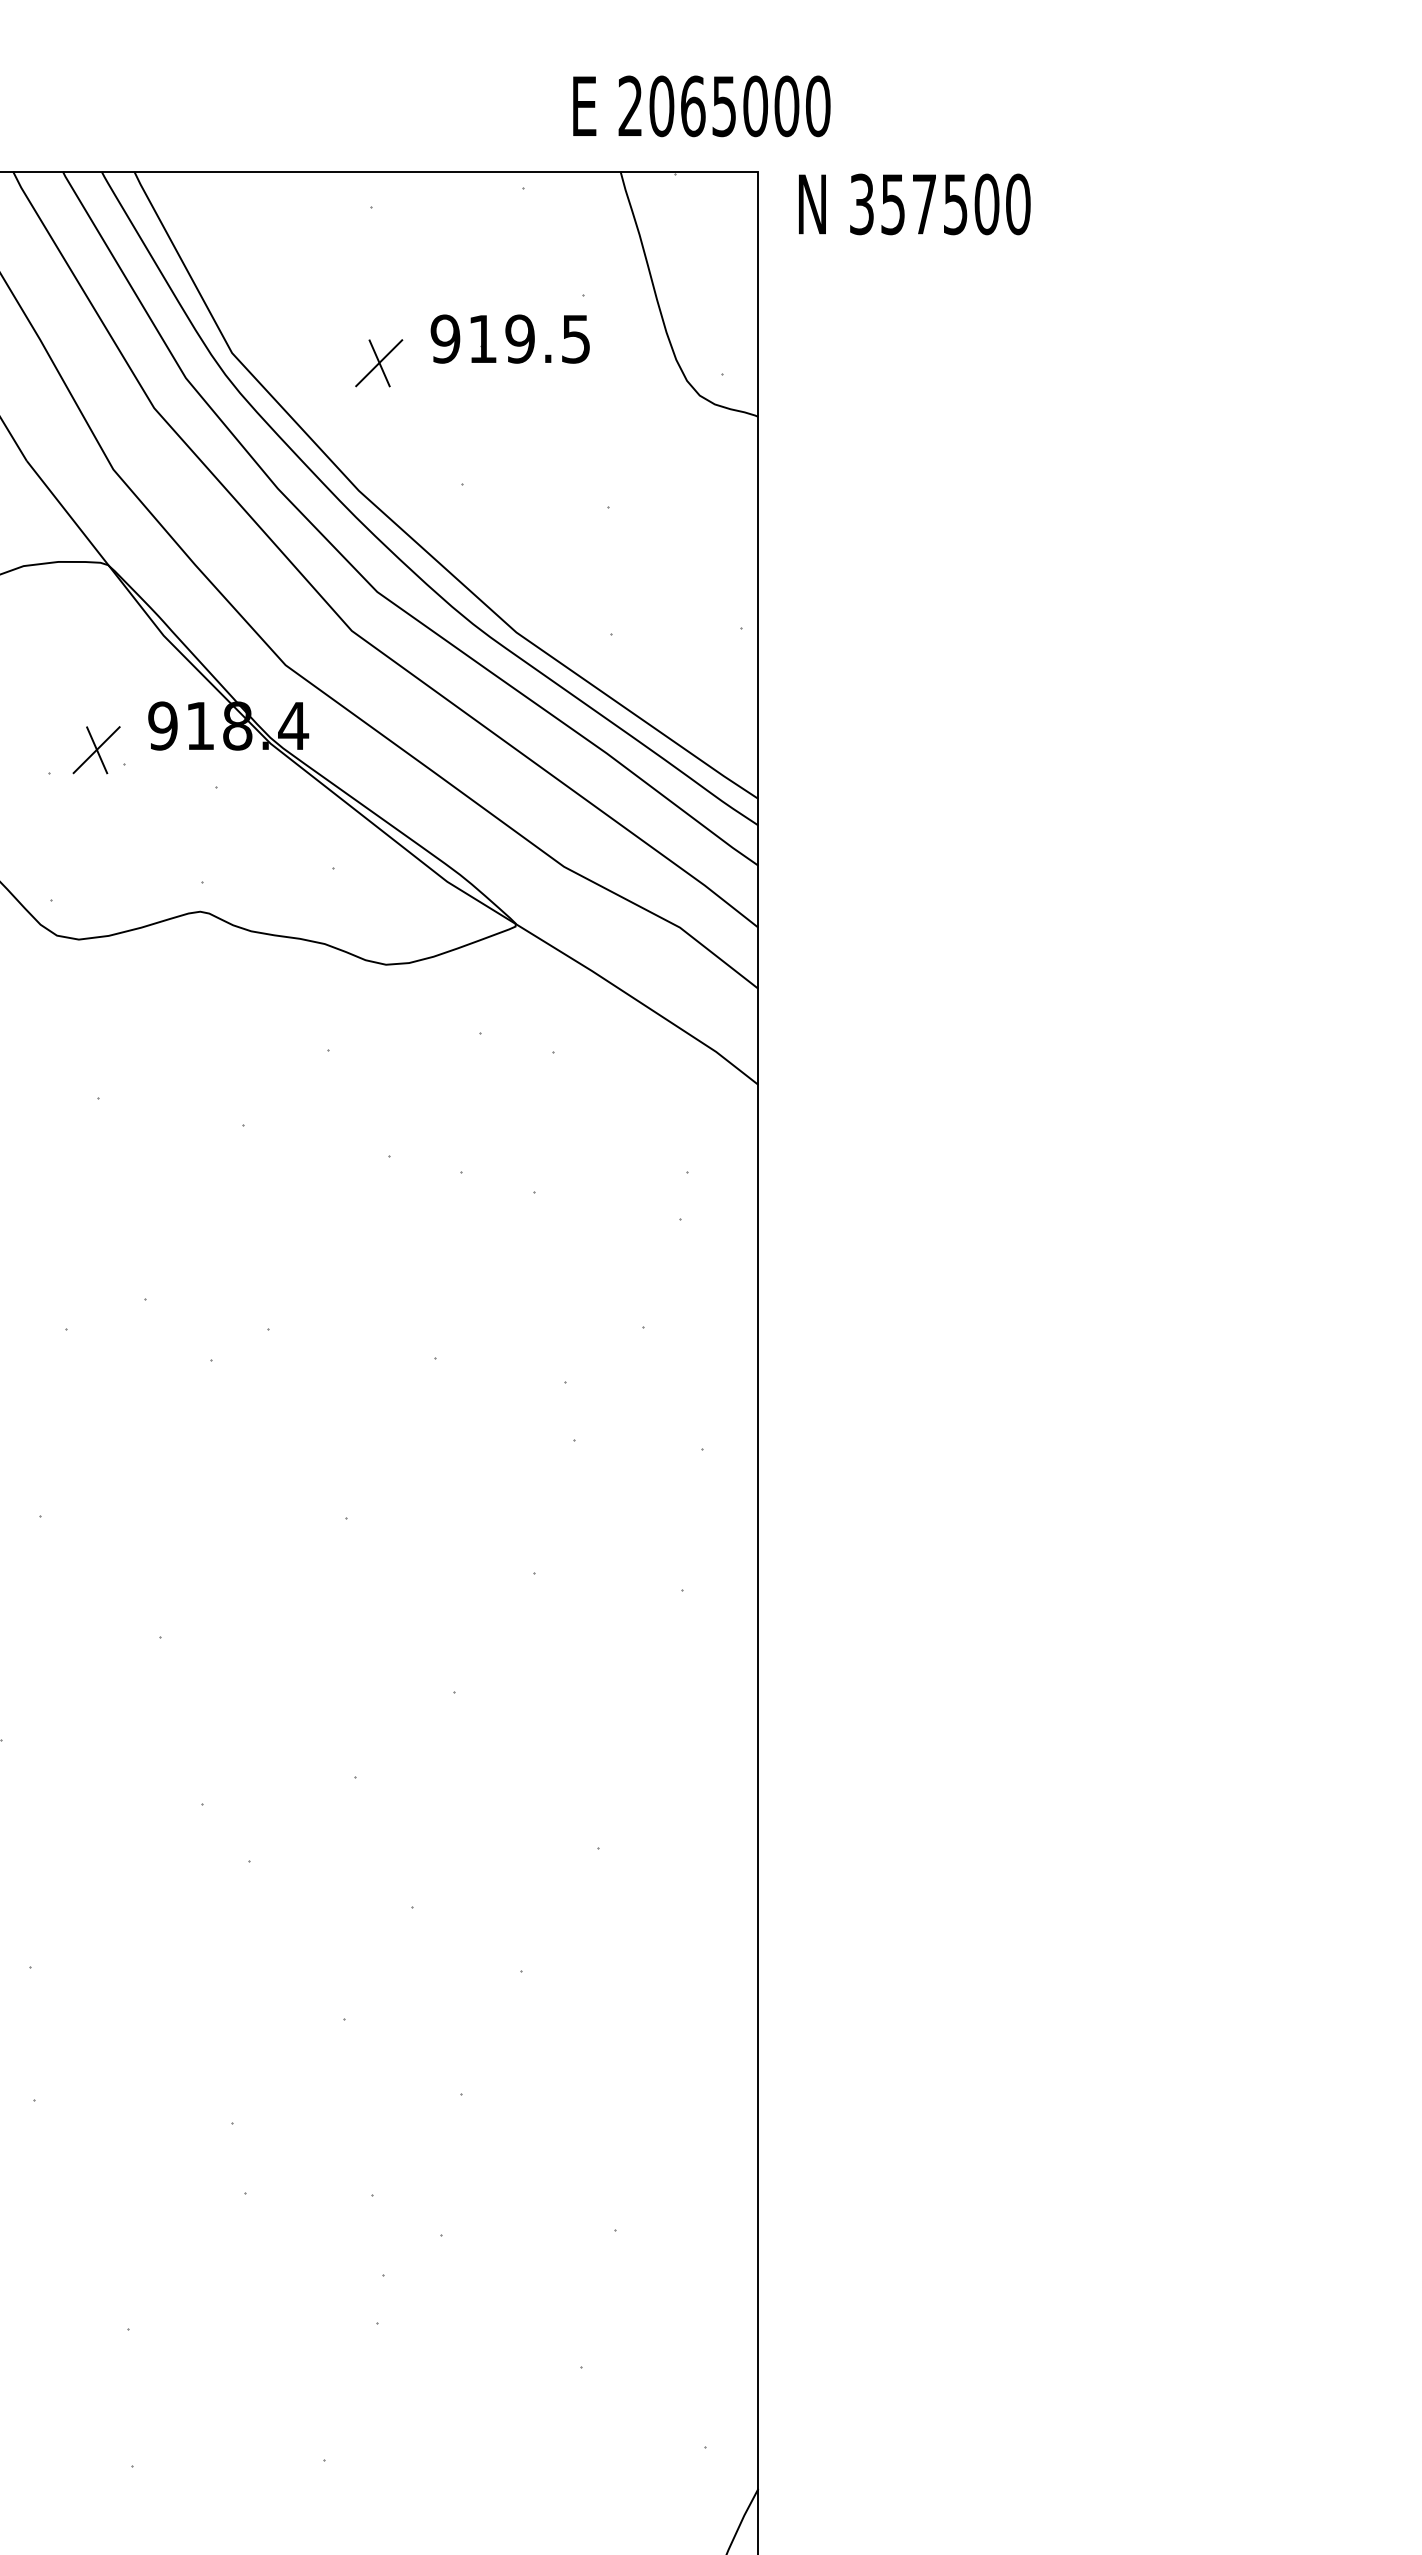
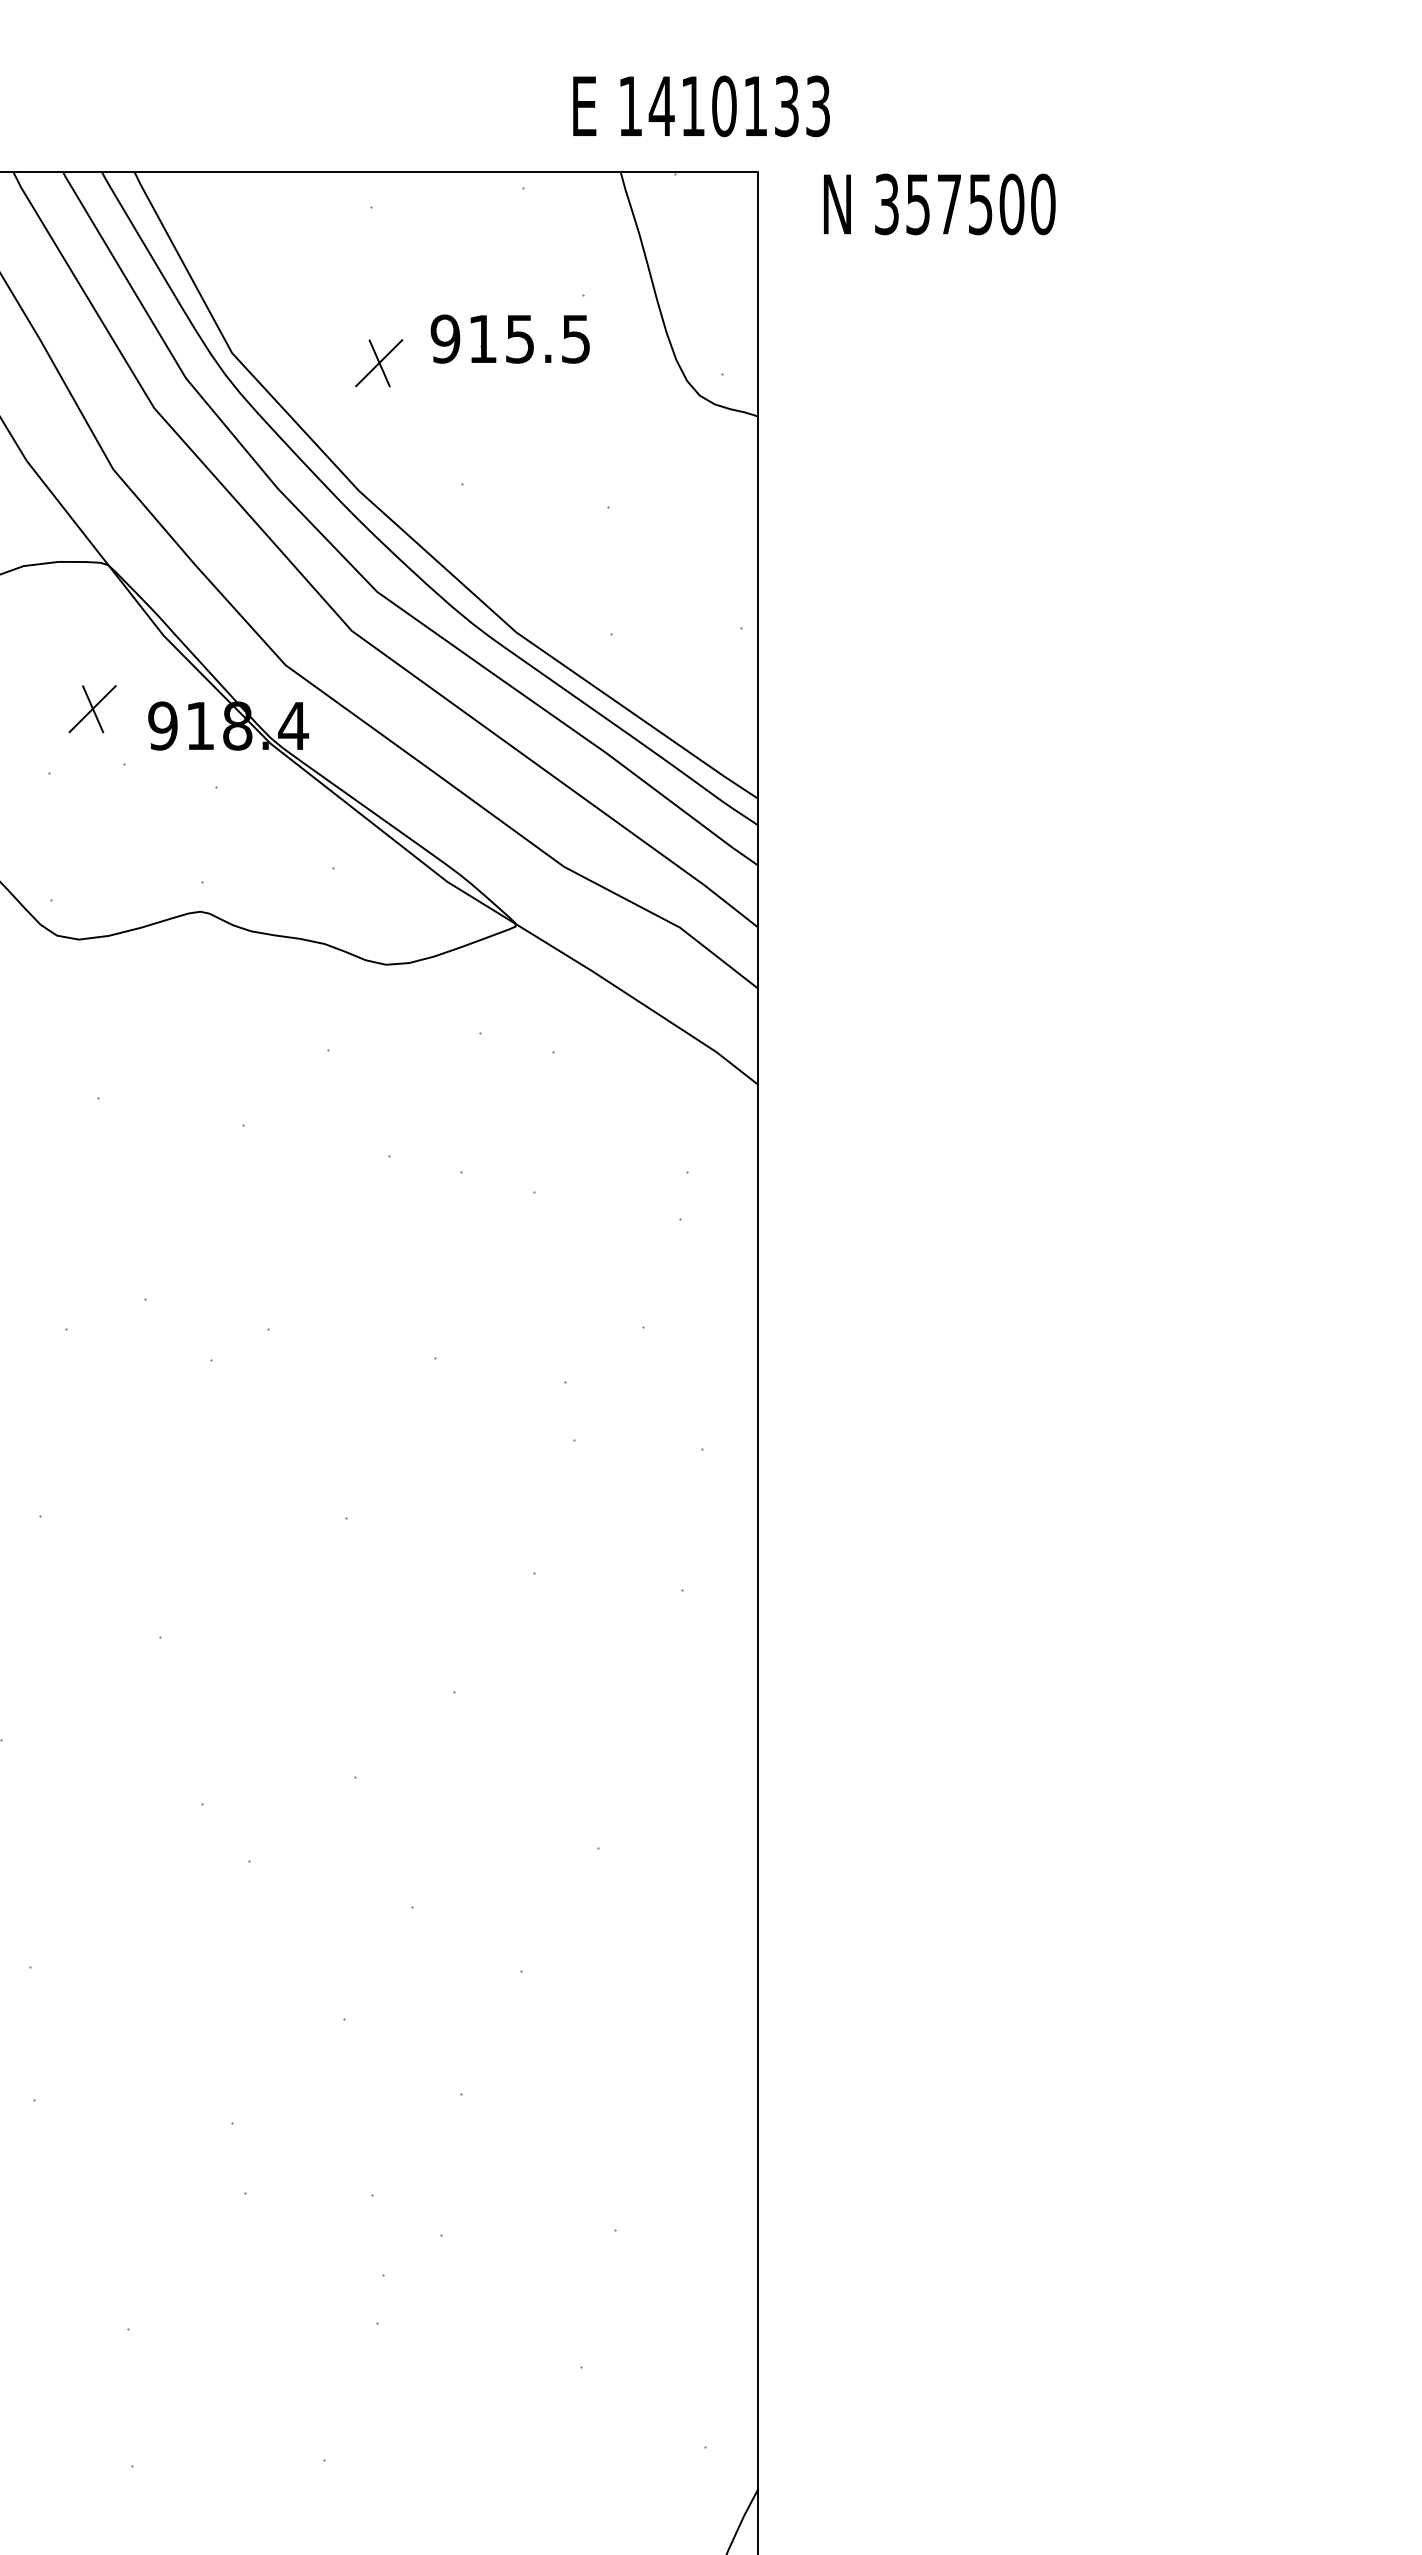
text at (724, 106): 2065000 -> 1410133
text at (914, 204) position: (914, 204) -> (939, 204)
text at (519, 338): 919.5 -> 915.5
part at (96, 750) position: (96, 750) -> (92, 709)
